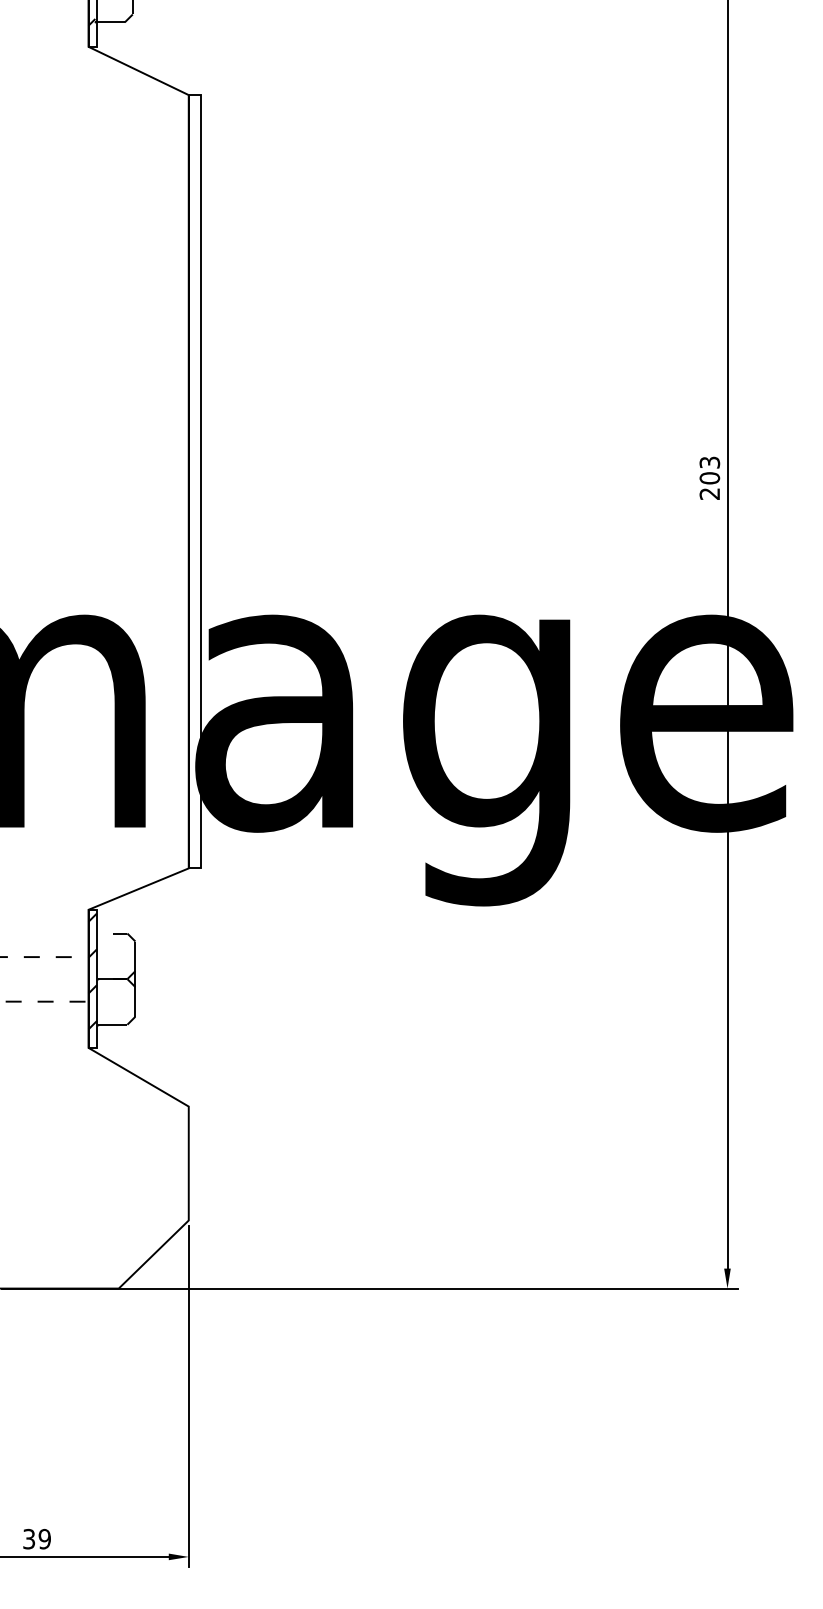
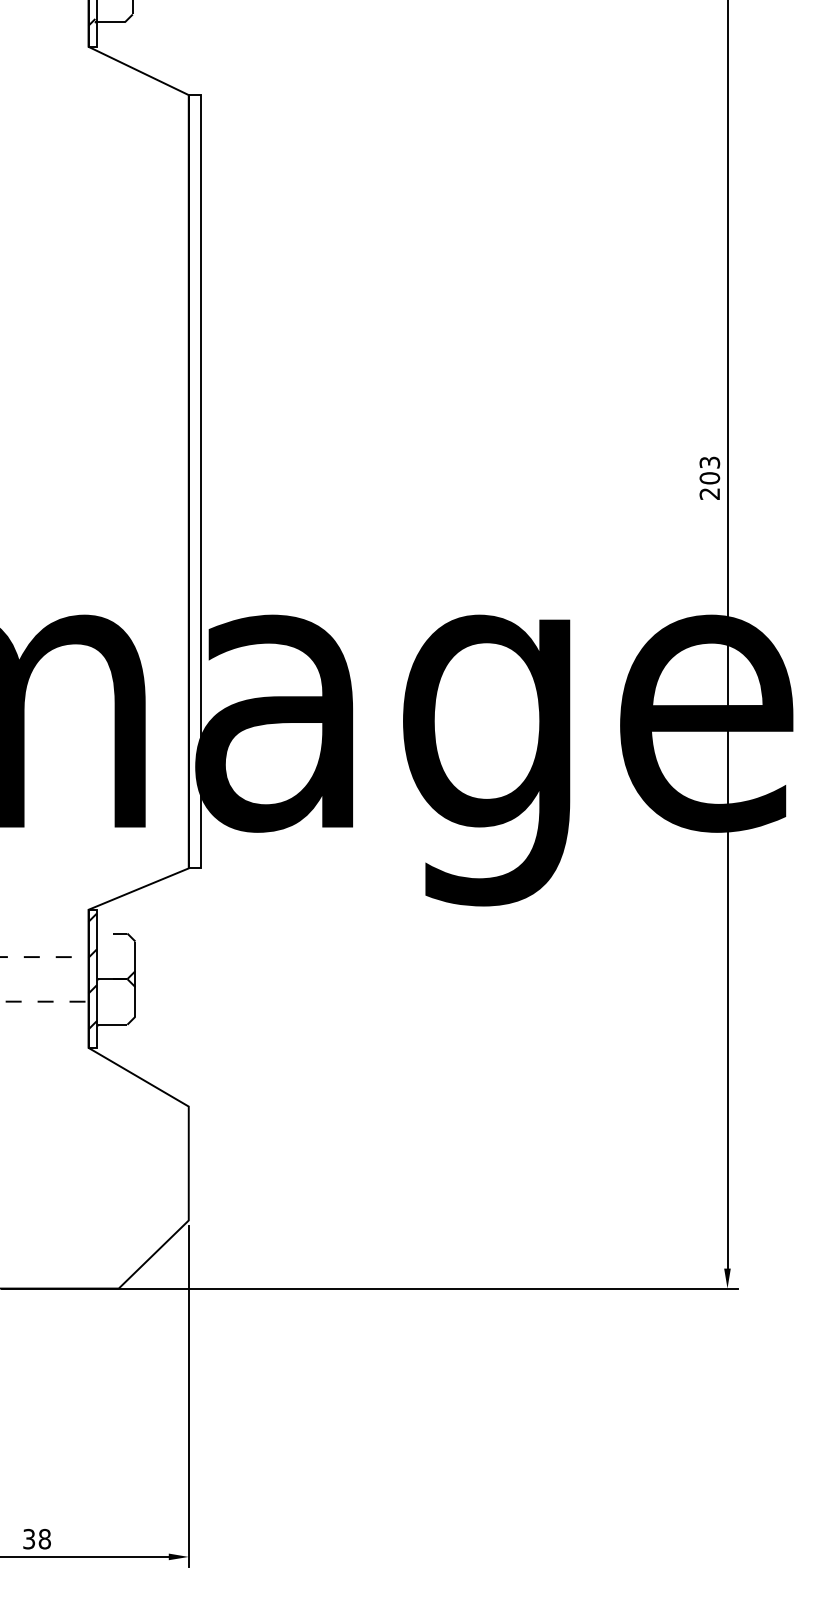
text at (44, 1539): 39 -> 38
